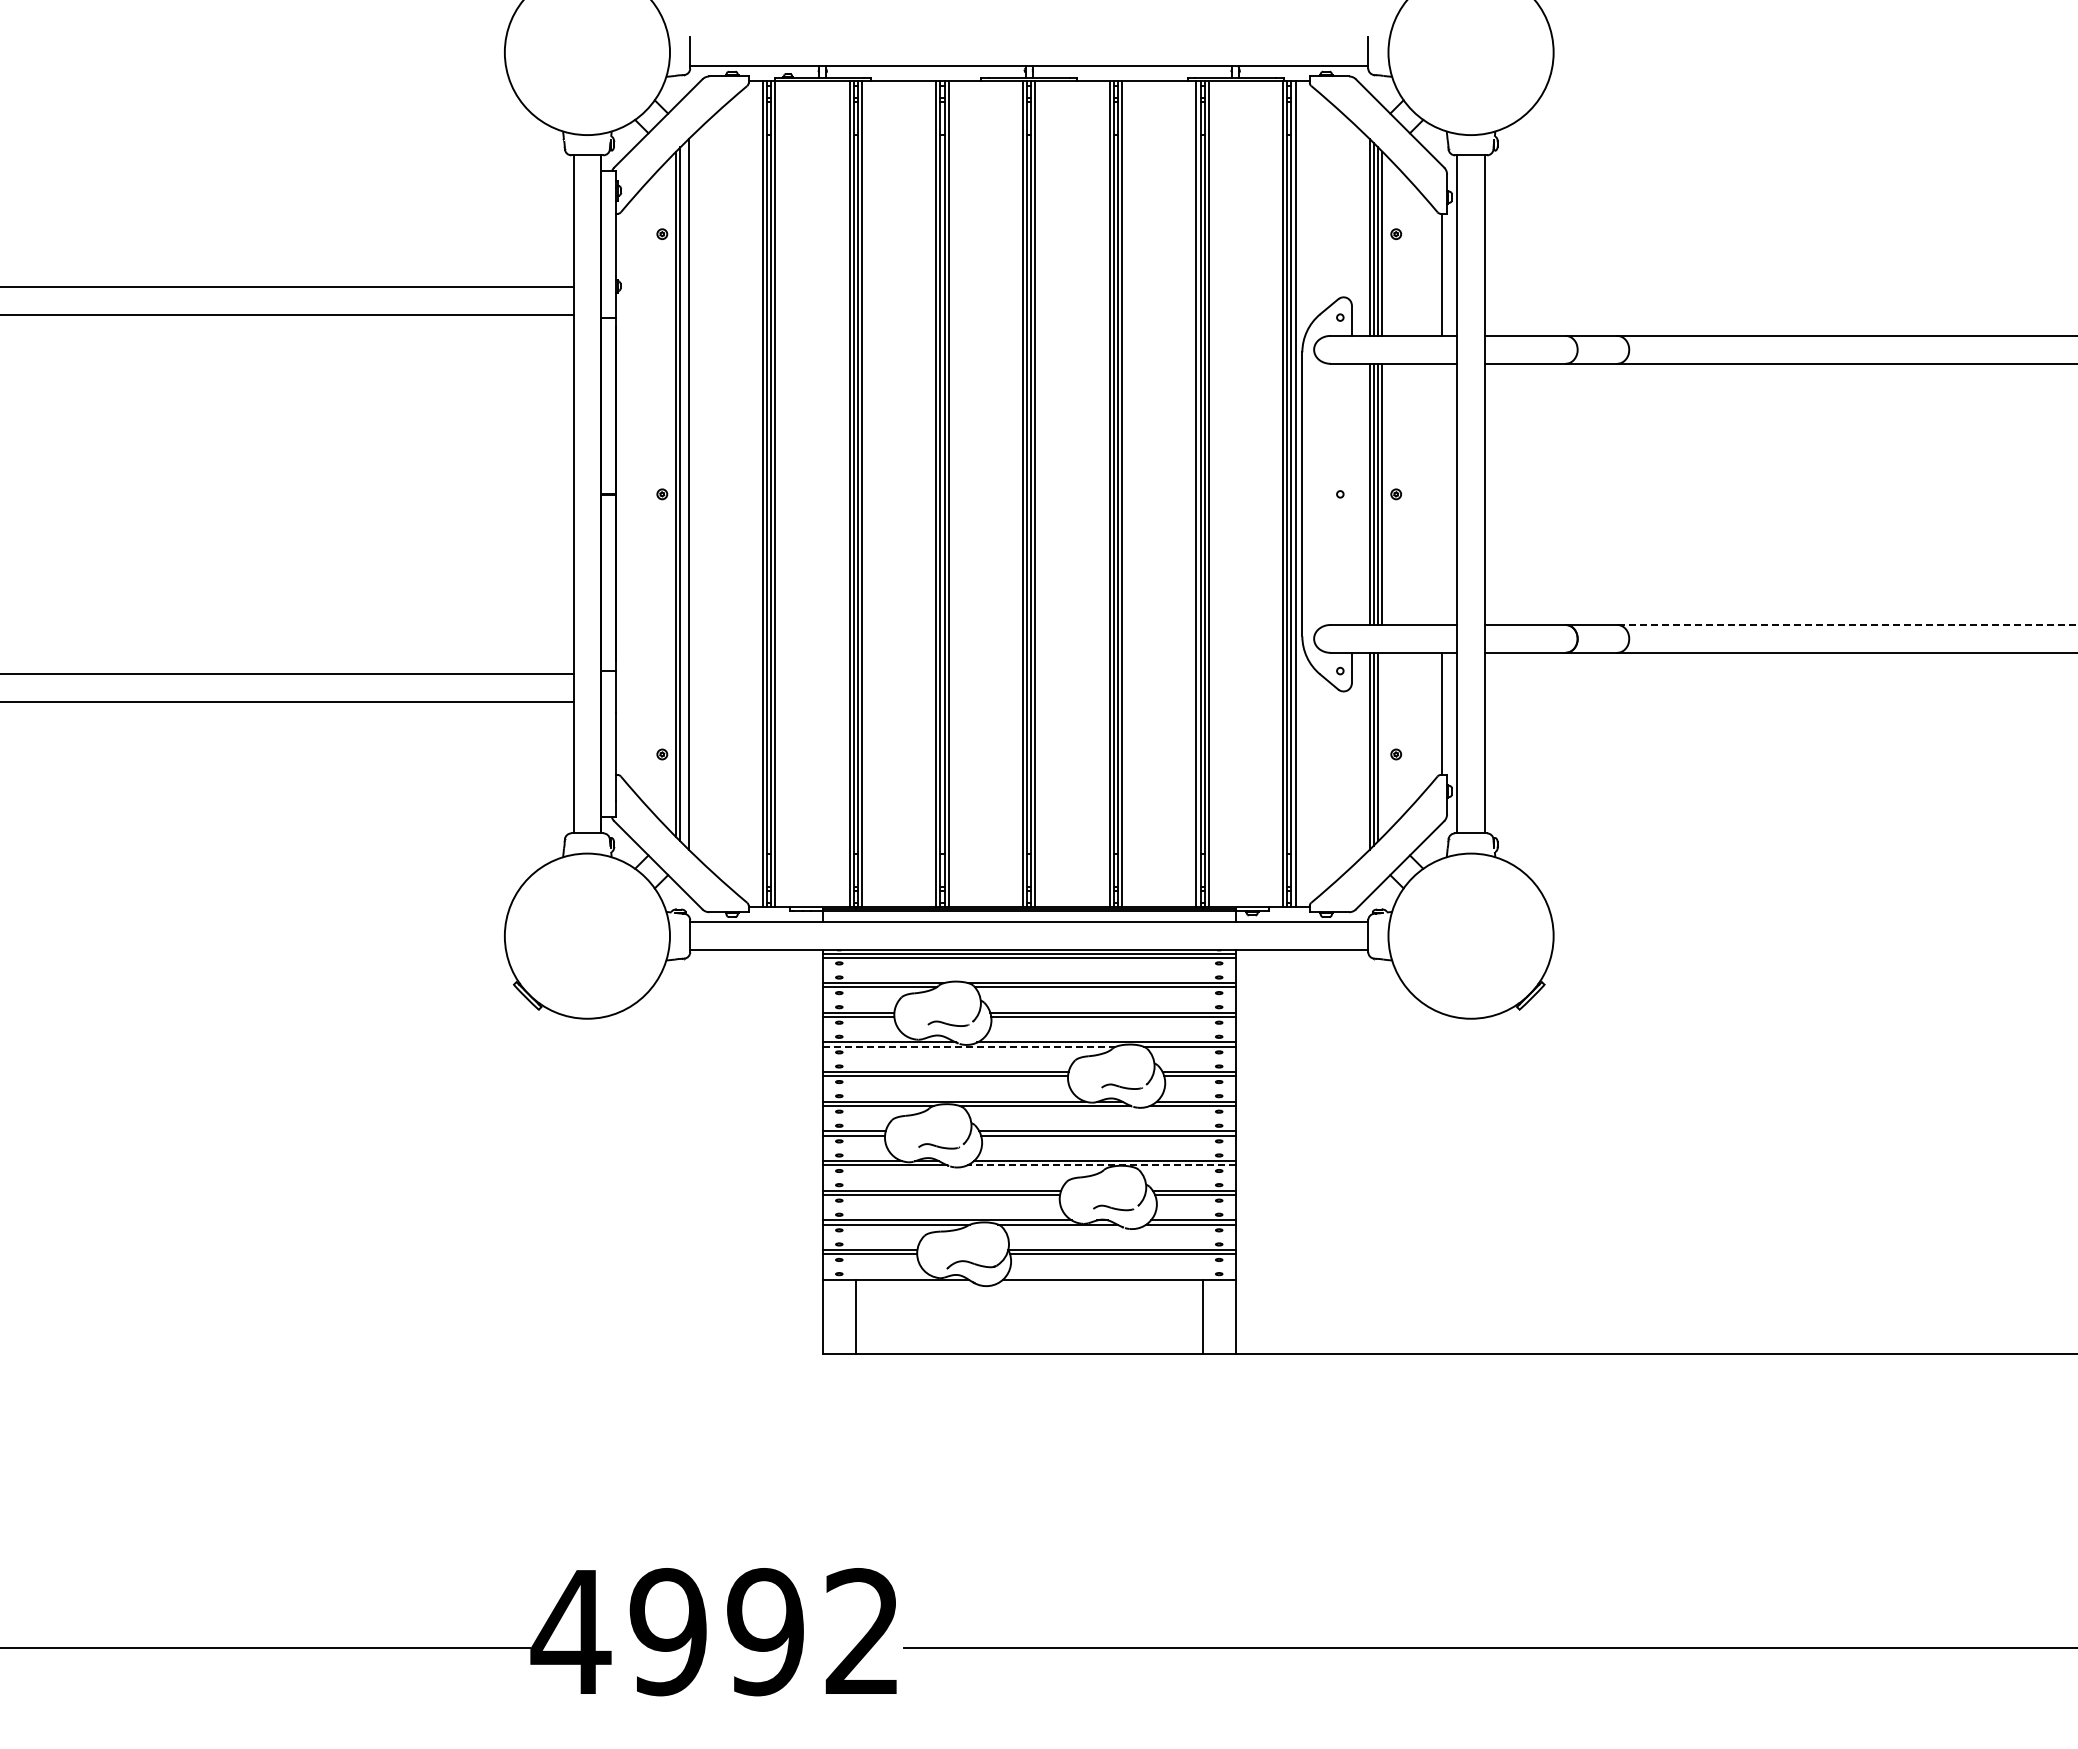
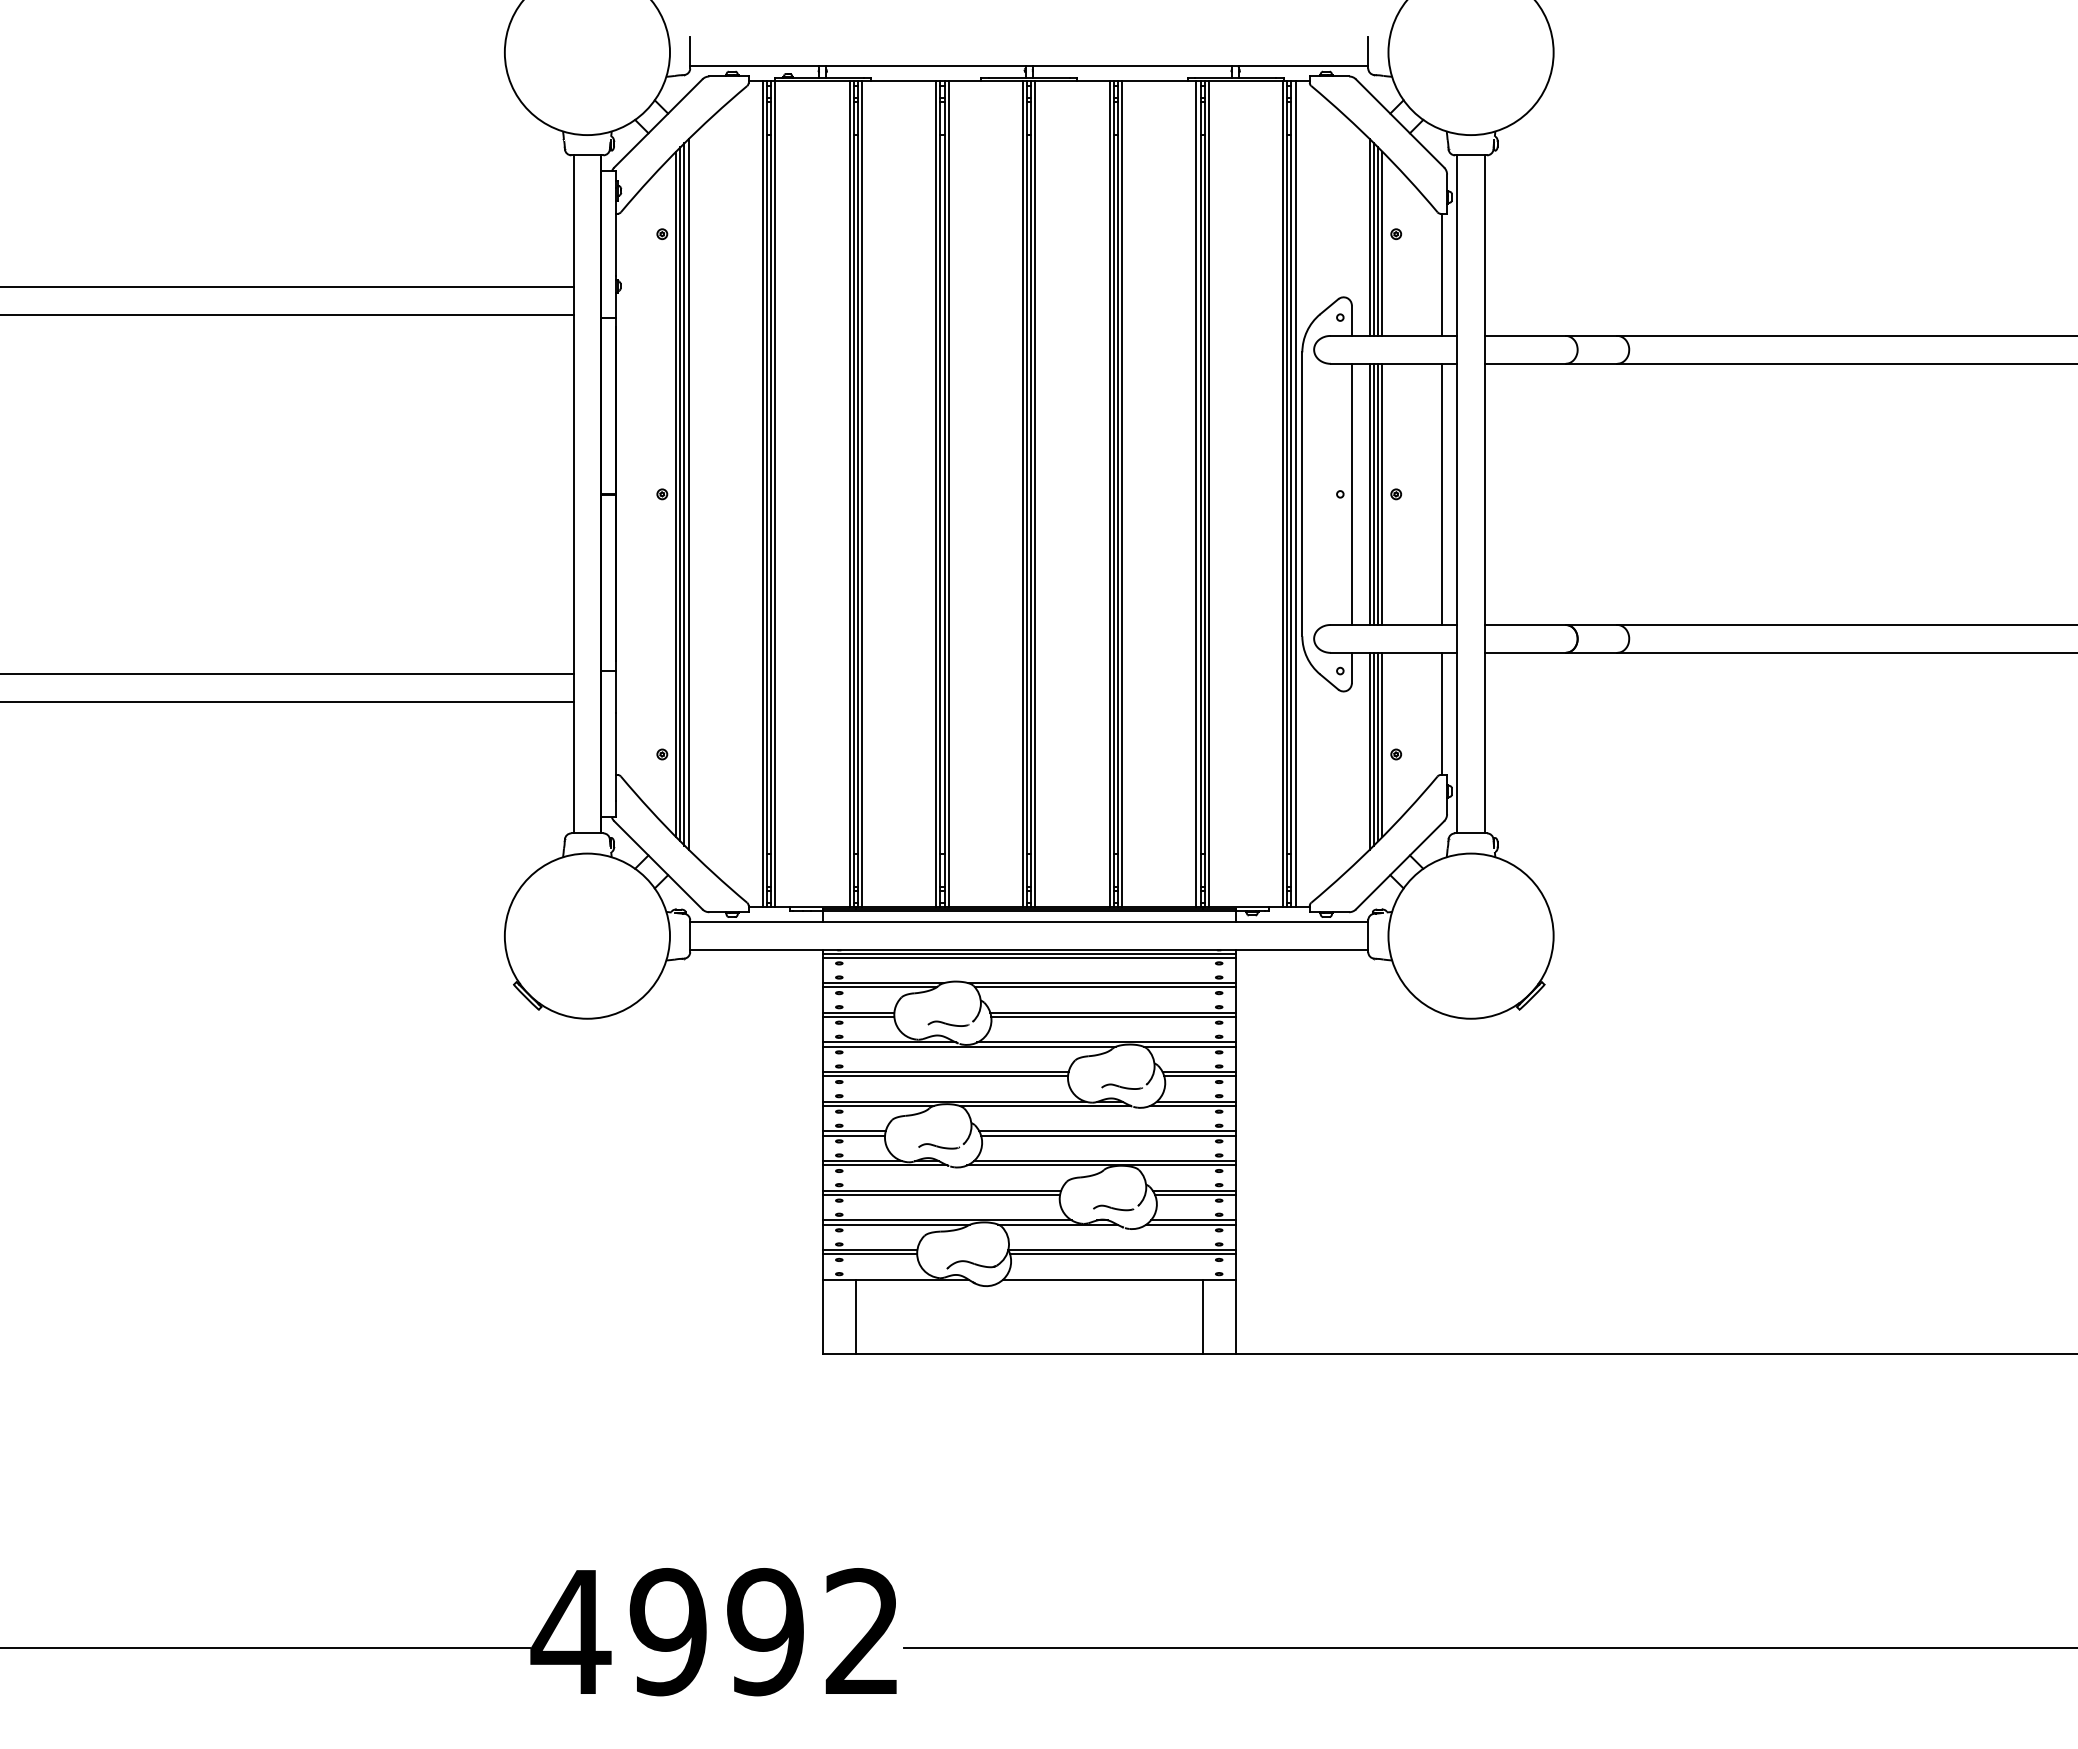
line at (684, 494): none -> present
line at (1351, 494): none -> present
line at (1442, 494): none -> present
line at (1847, 625): dashed -> solid
line at (1382, 744): none -> present
line at (969, 1046): dashed -> solid
line at (1101, 1165): dashed -> solid
